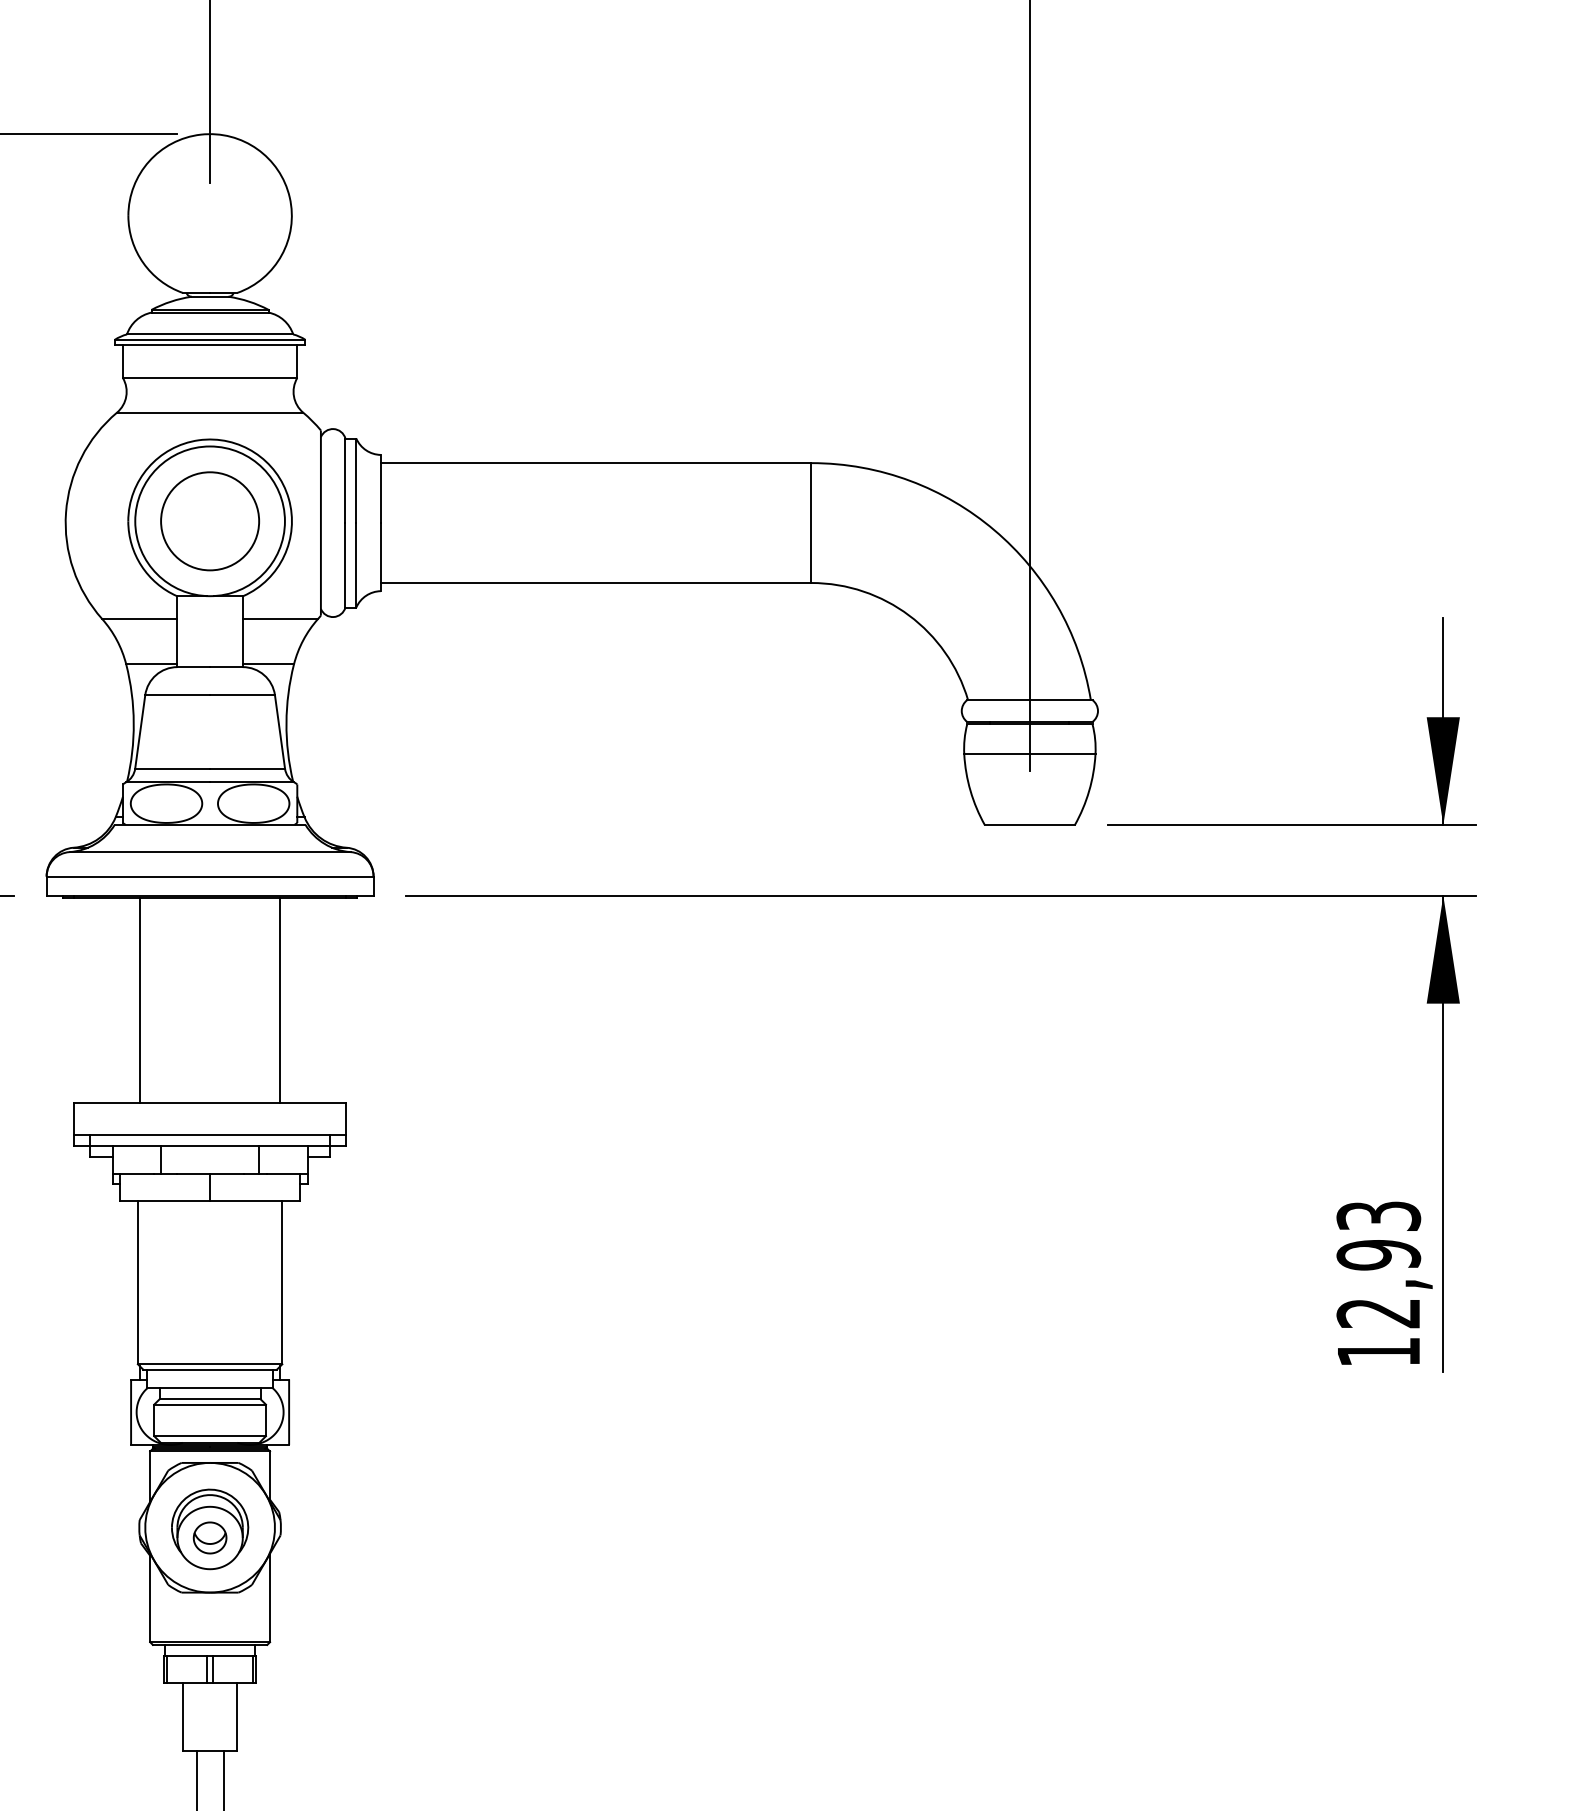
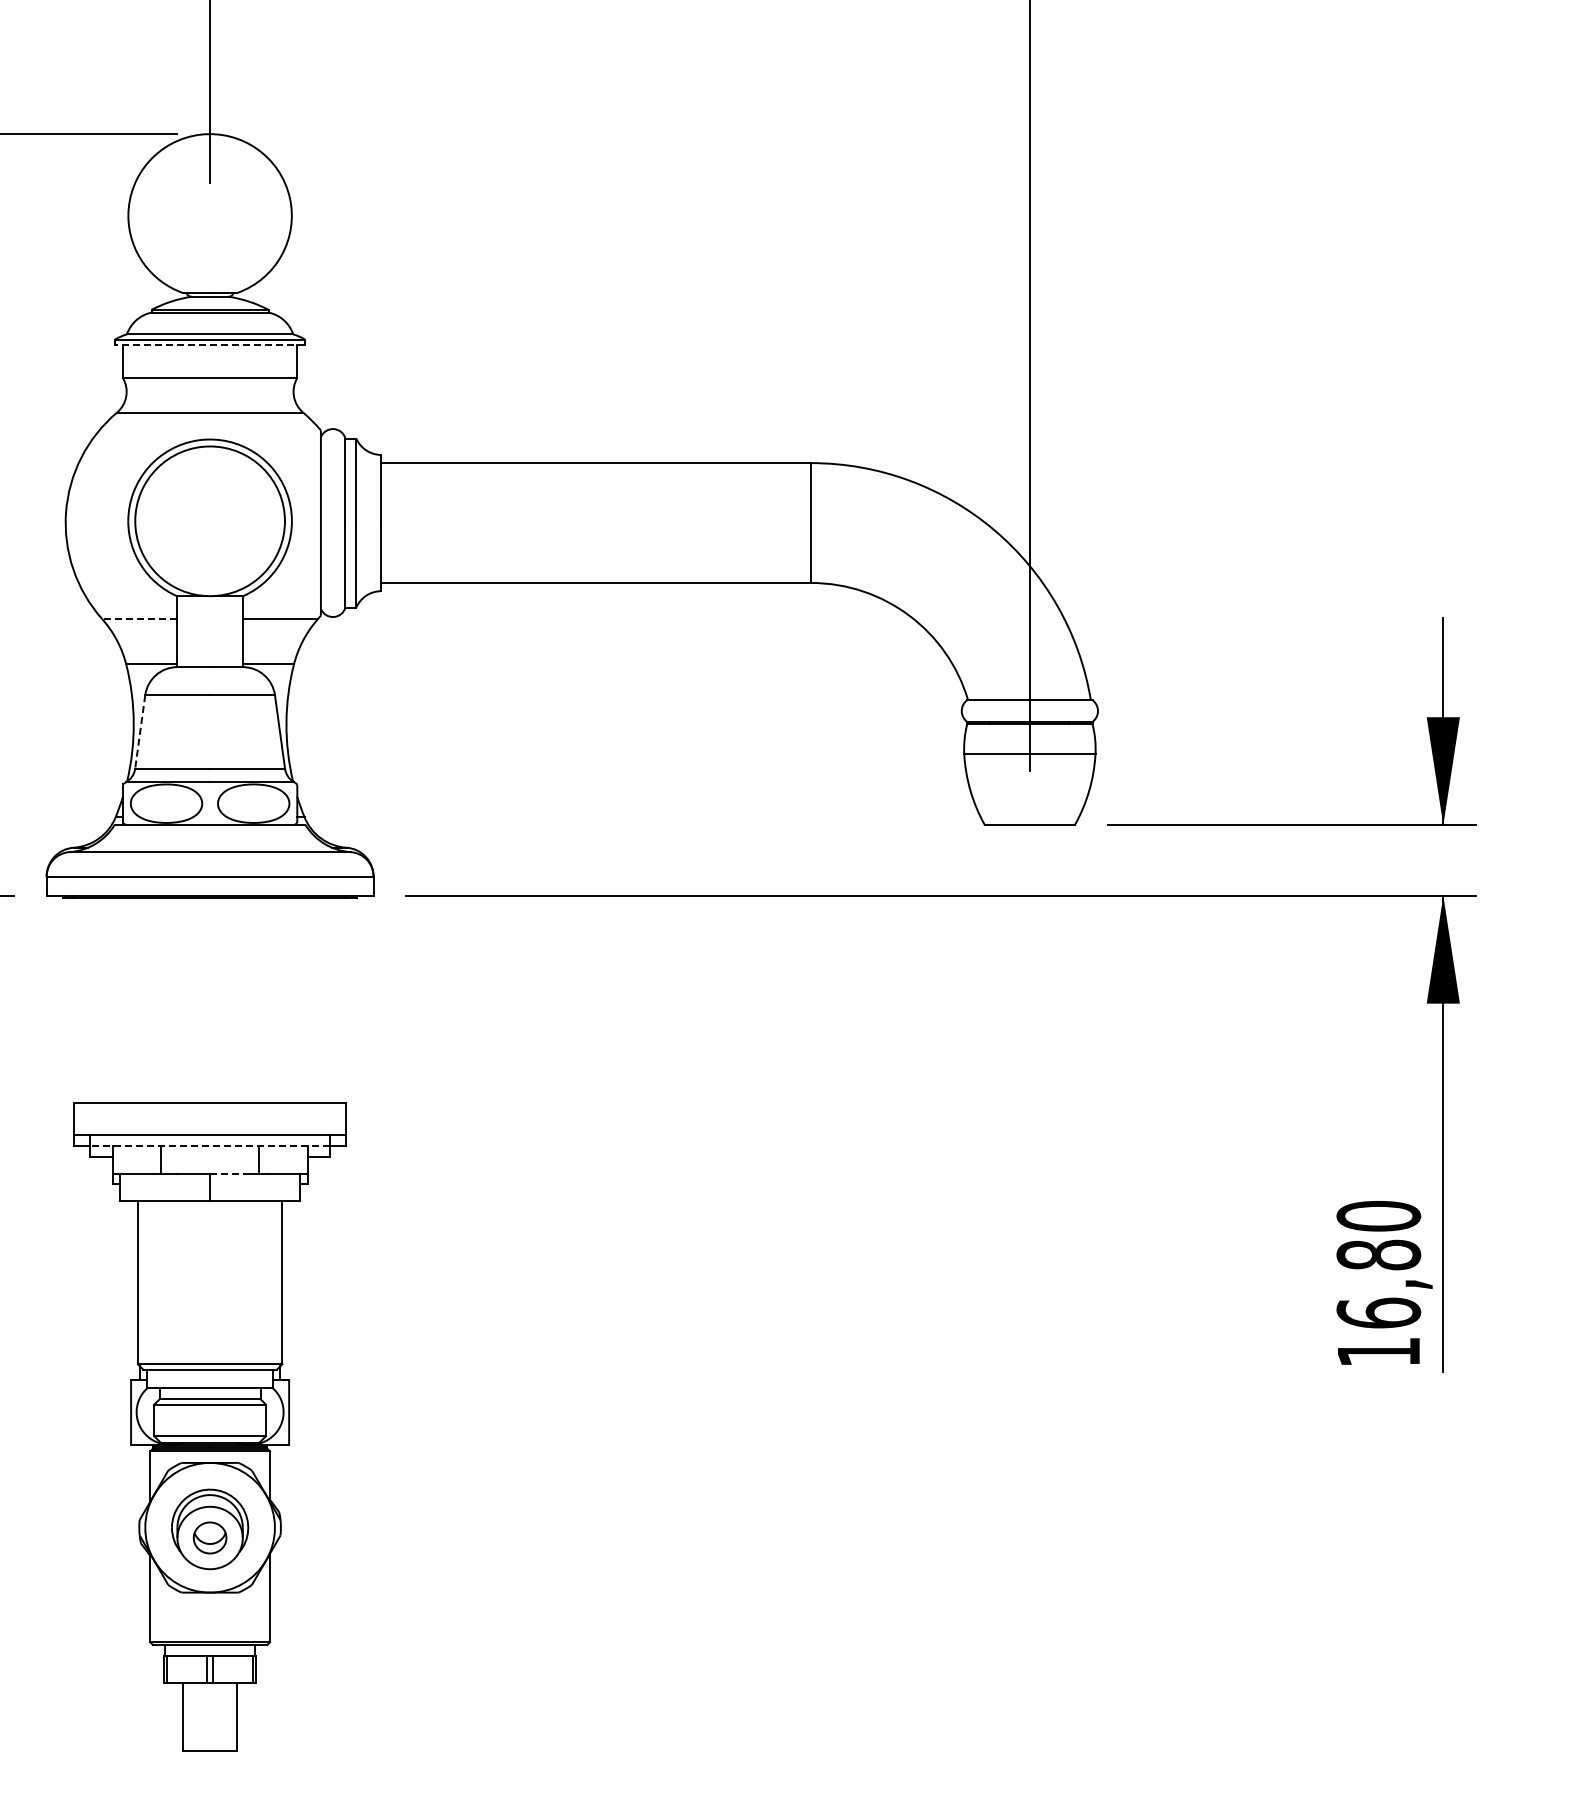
line at (209, 345): solid -> dashed
circle at (209, 521): present -> none
line at (139, 618): solid -> dashed
line at (140, 732): solid -> dashed
line at (139, 1000): present -> none
line at (280, 1000): present -> none
line at (210, 1146): solid -> dashed
line at (226, 1173): solid -> dashed
text at (1378, 1264): 12,93 -> 16,80
line at (196, 1779): present -> none
line at (223, 1779): present -> none
